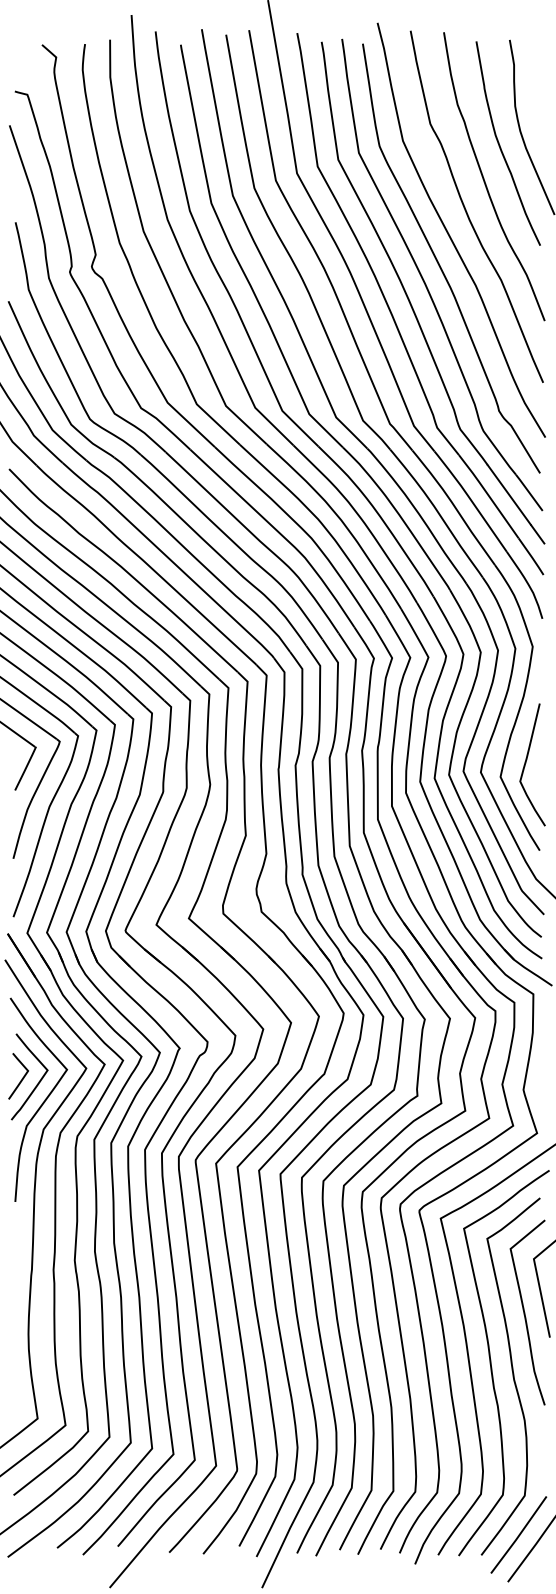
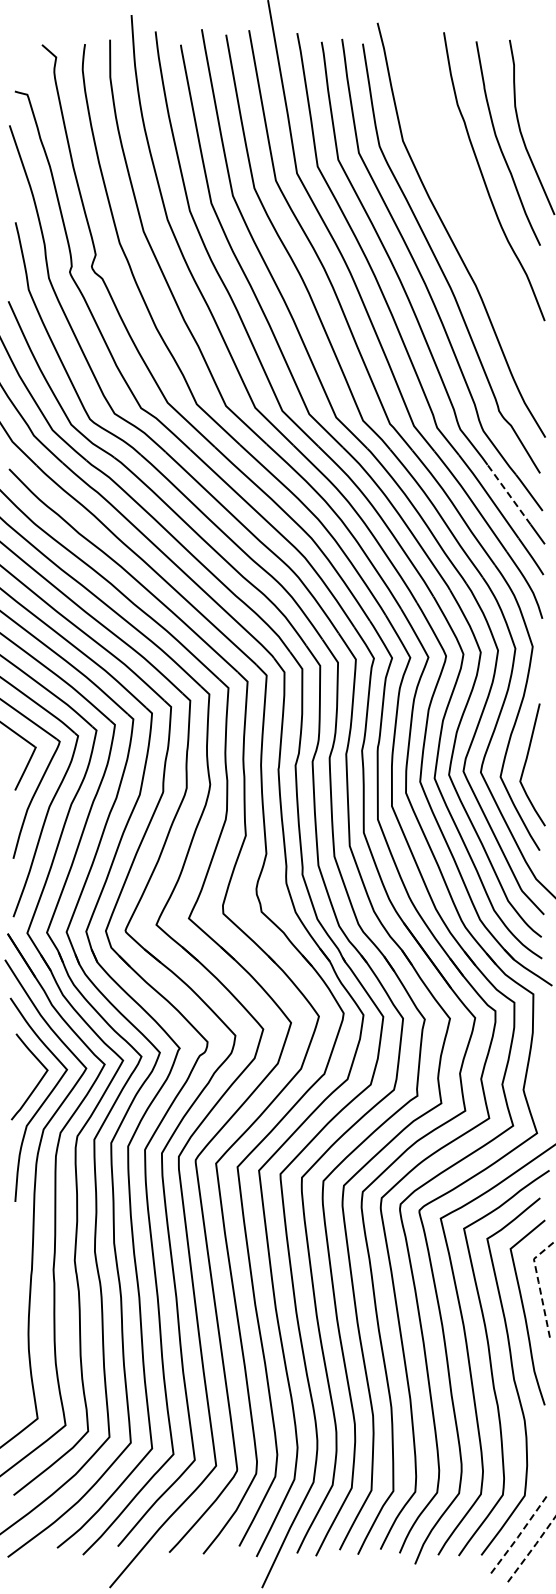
curve at (467, 211): present -> none
line at (509, 494): solid -> dashed
line at (22, 1077): present -> none
line at (538, 1283): solid -> dashed
line at (518, 1535): solid -> dashed
line at (532, 1548): solid -> dashed
